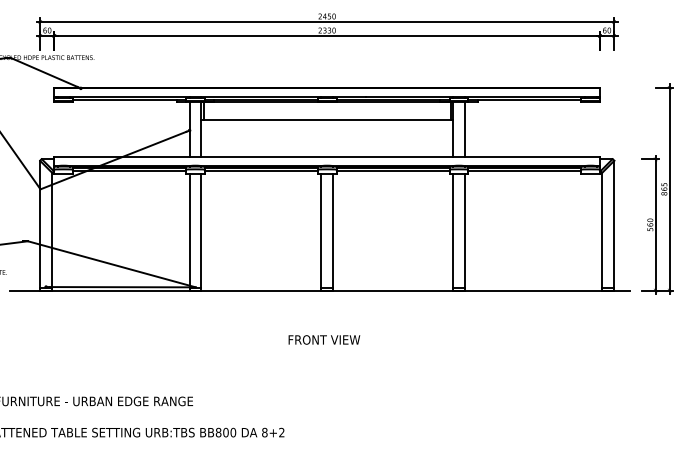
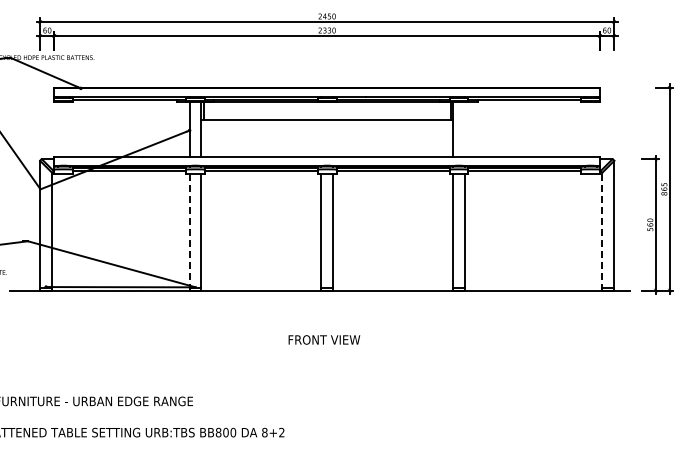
line at (464, 129): present -> none
line at (602, 231): solid -> dashed
line at (189, 232): solid -> dashed
